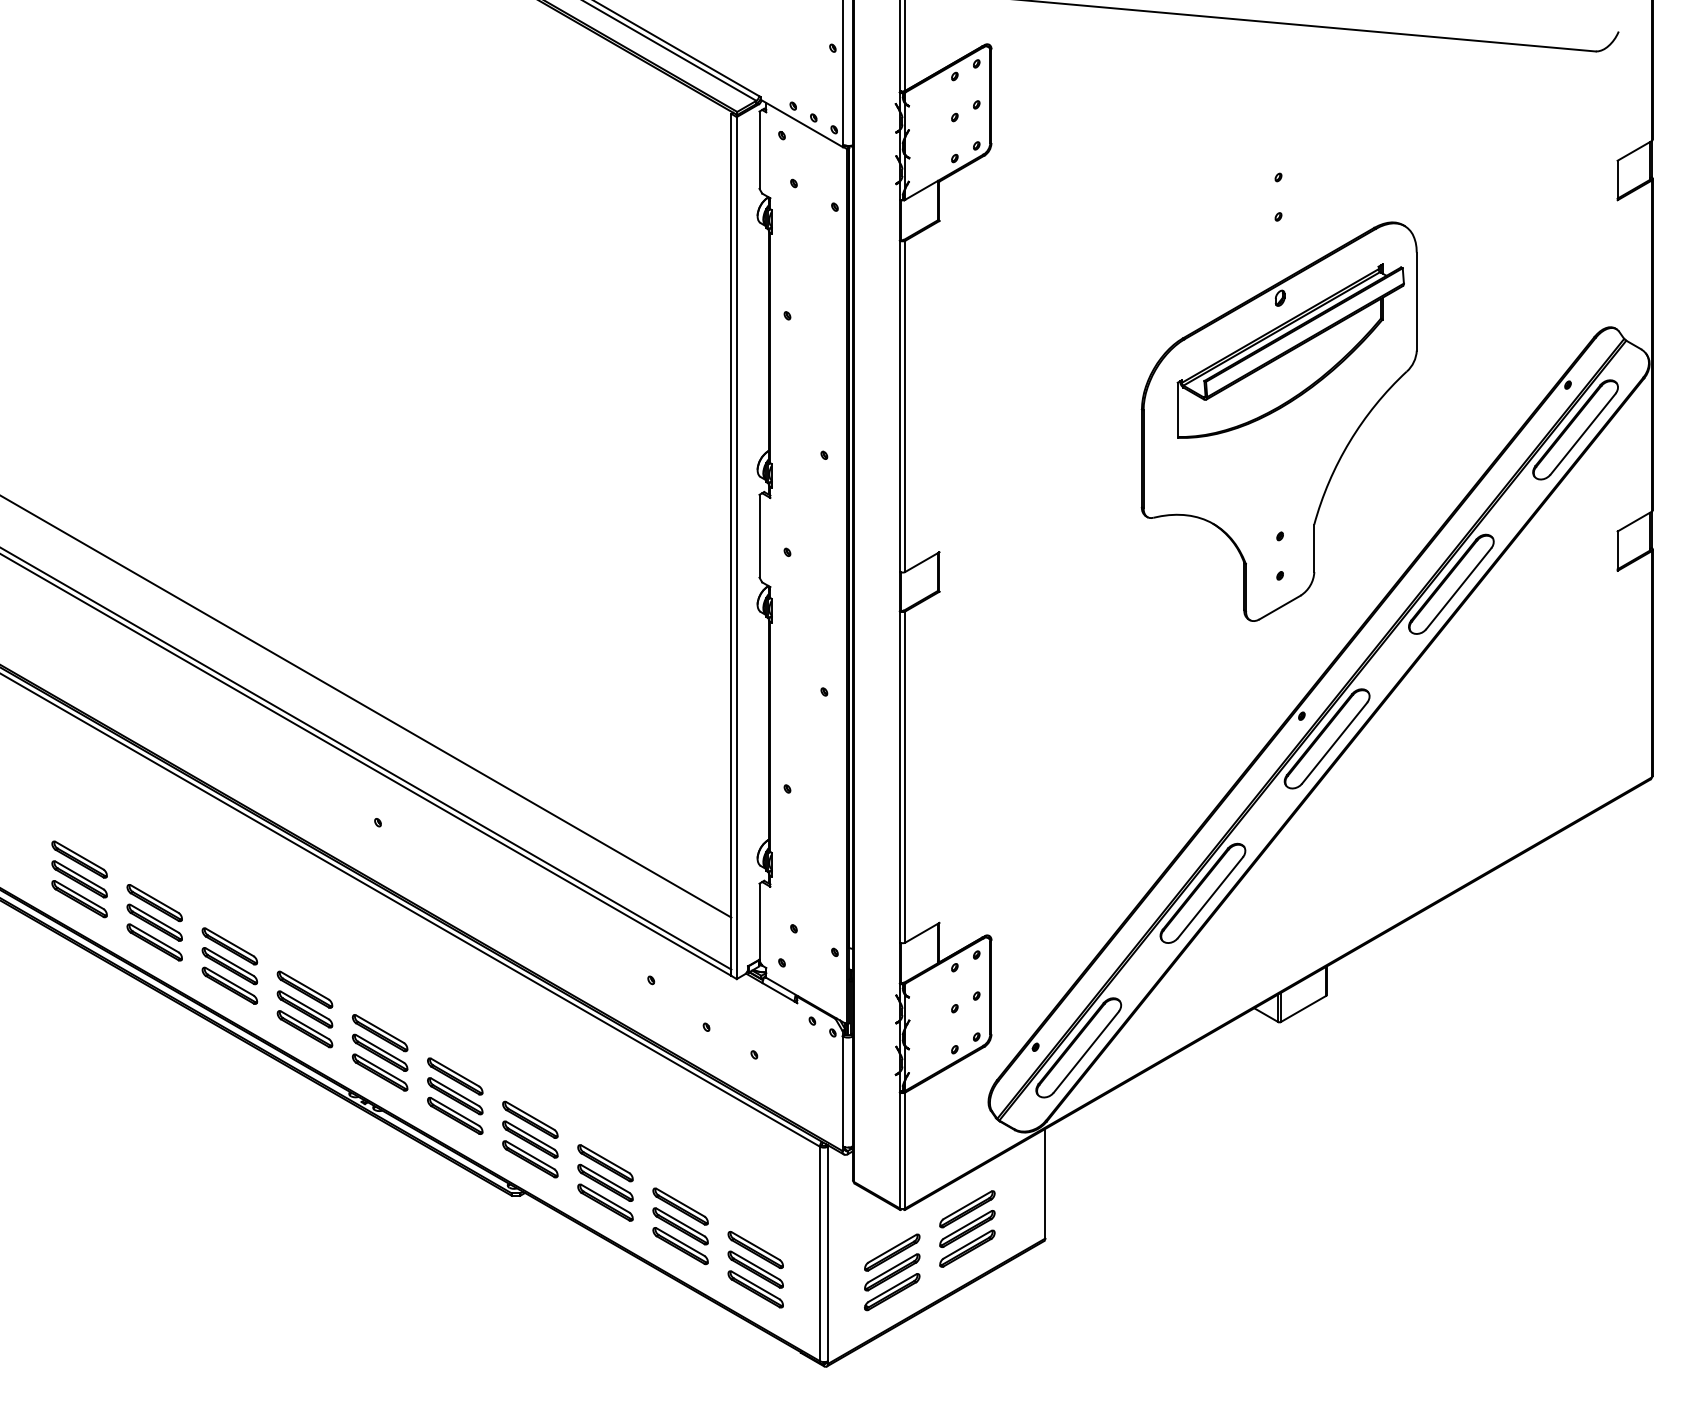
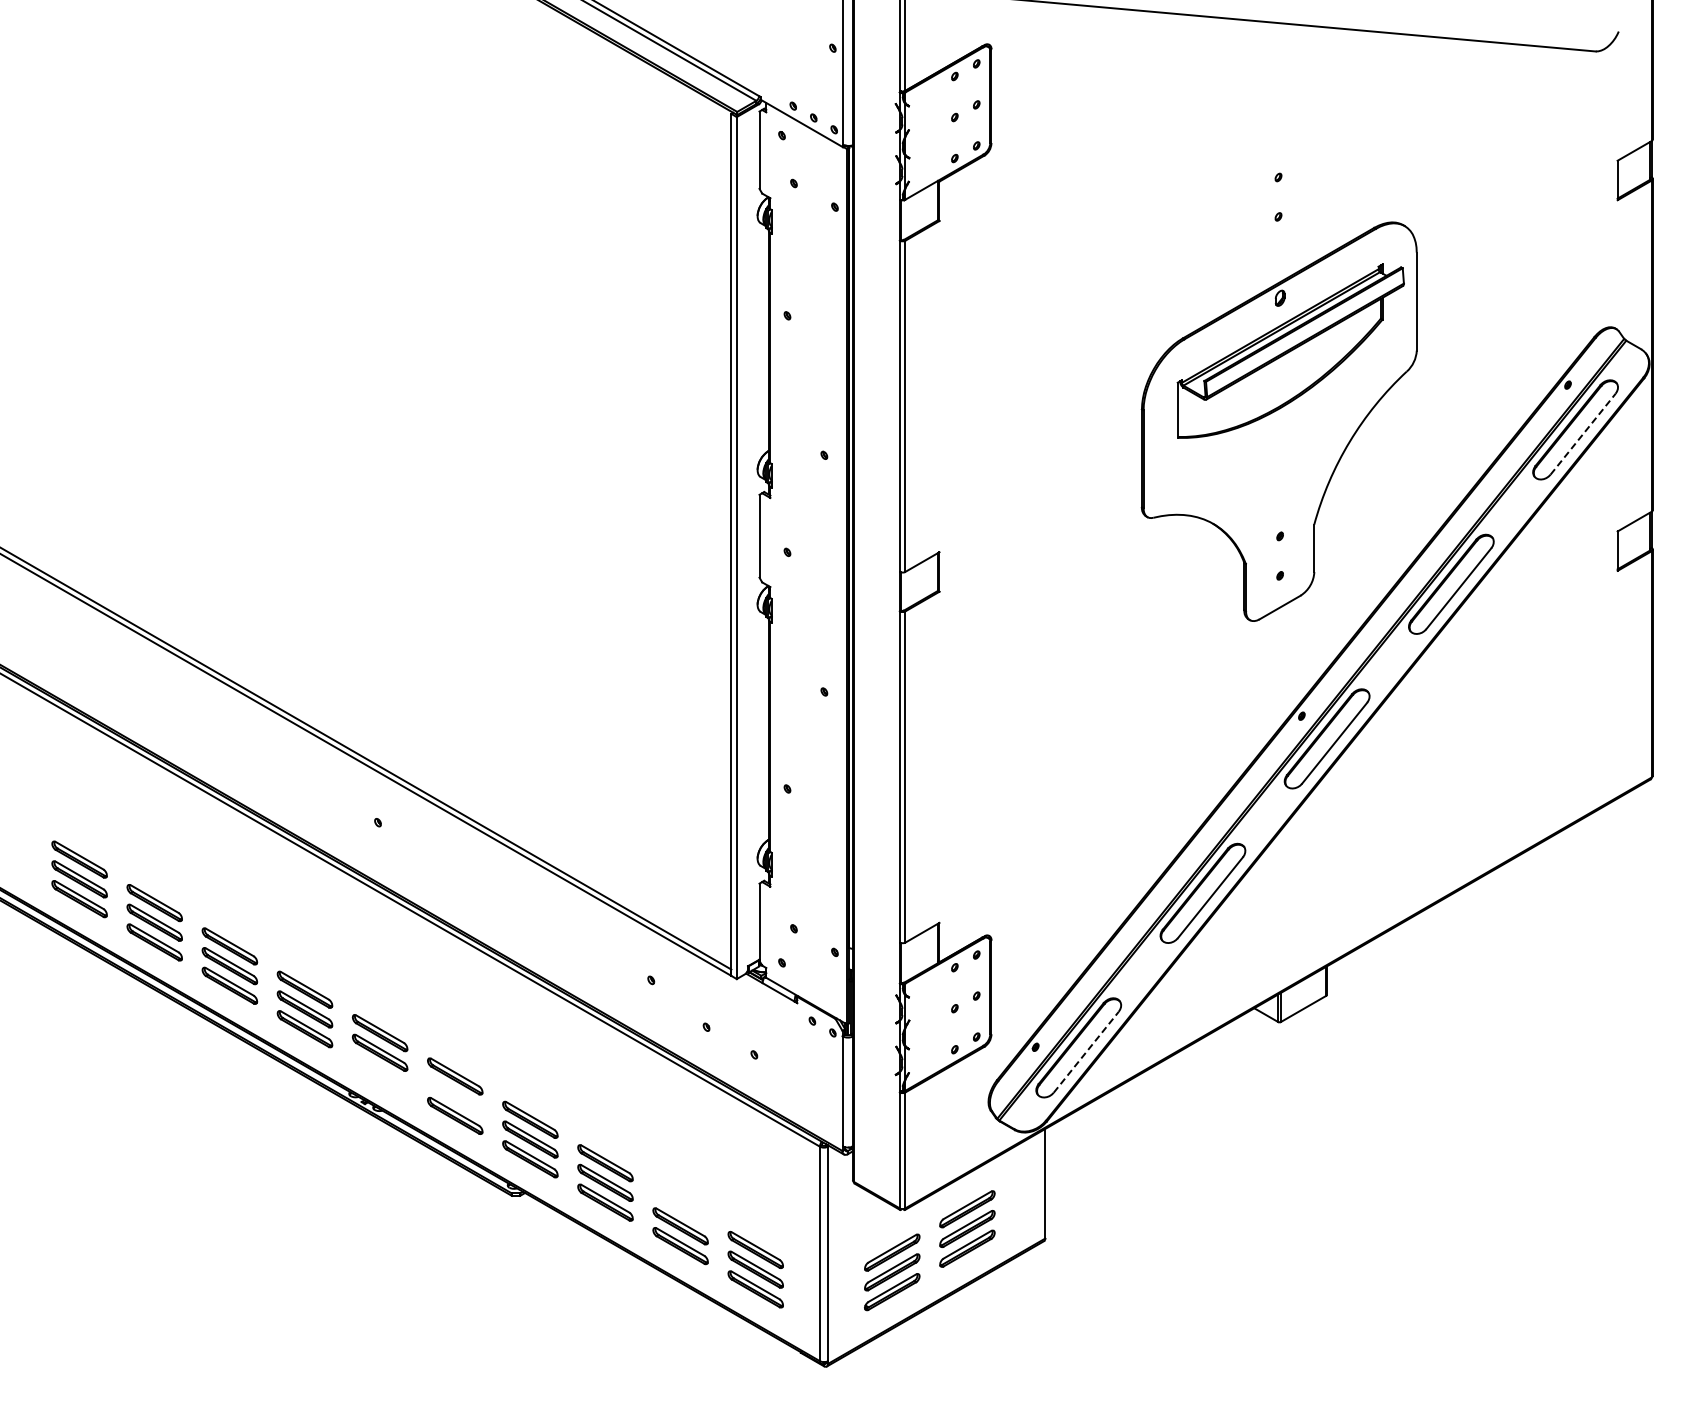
line at (1583, 434): solid -> dashed
line at (366, 706): present -> none
line at (1086, 1052): solid -> dashed
part at (380, 1072): present -> none
part at (455, 1096): present -> none
part at (680, 1206): present -> none
